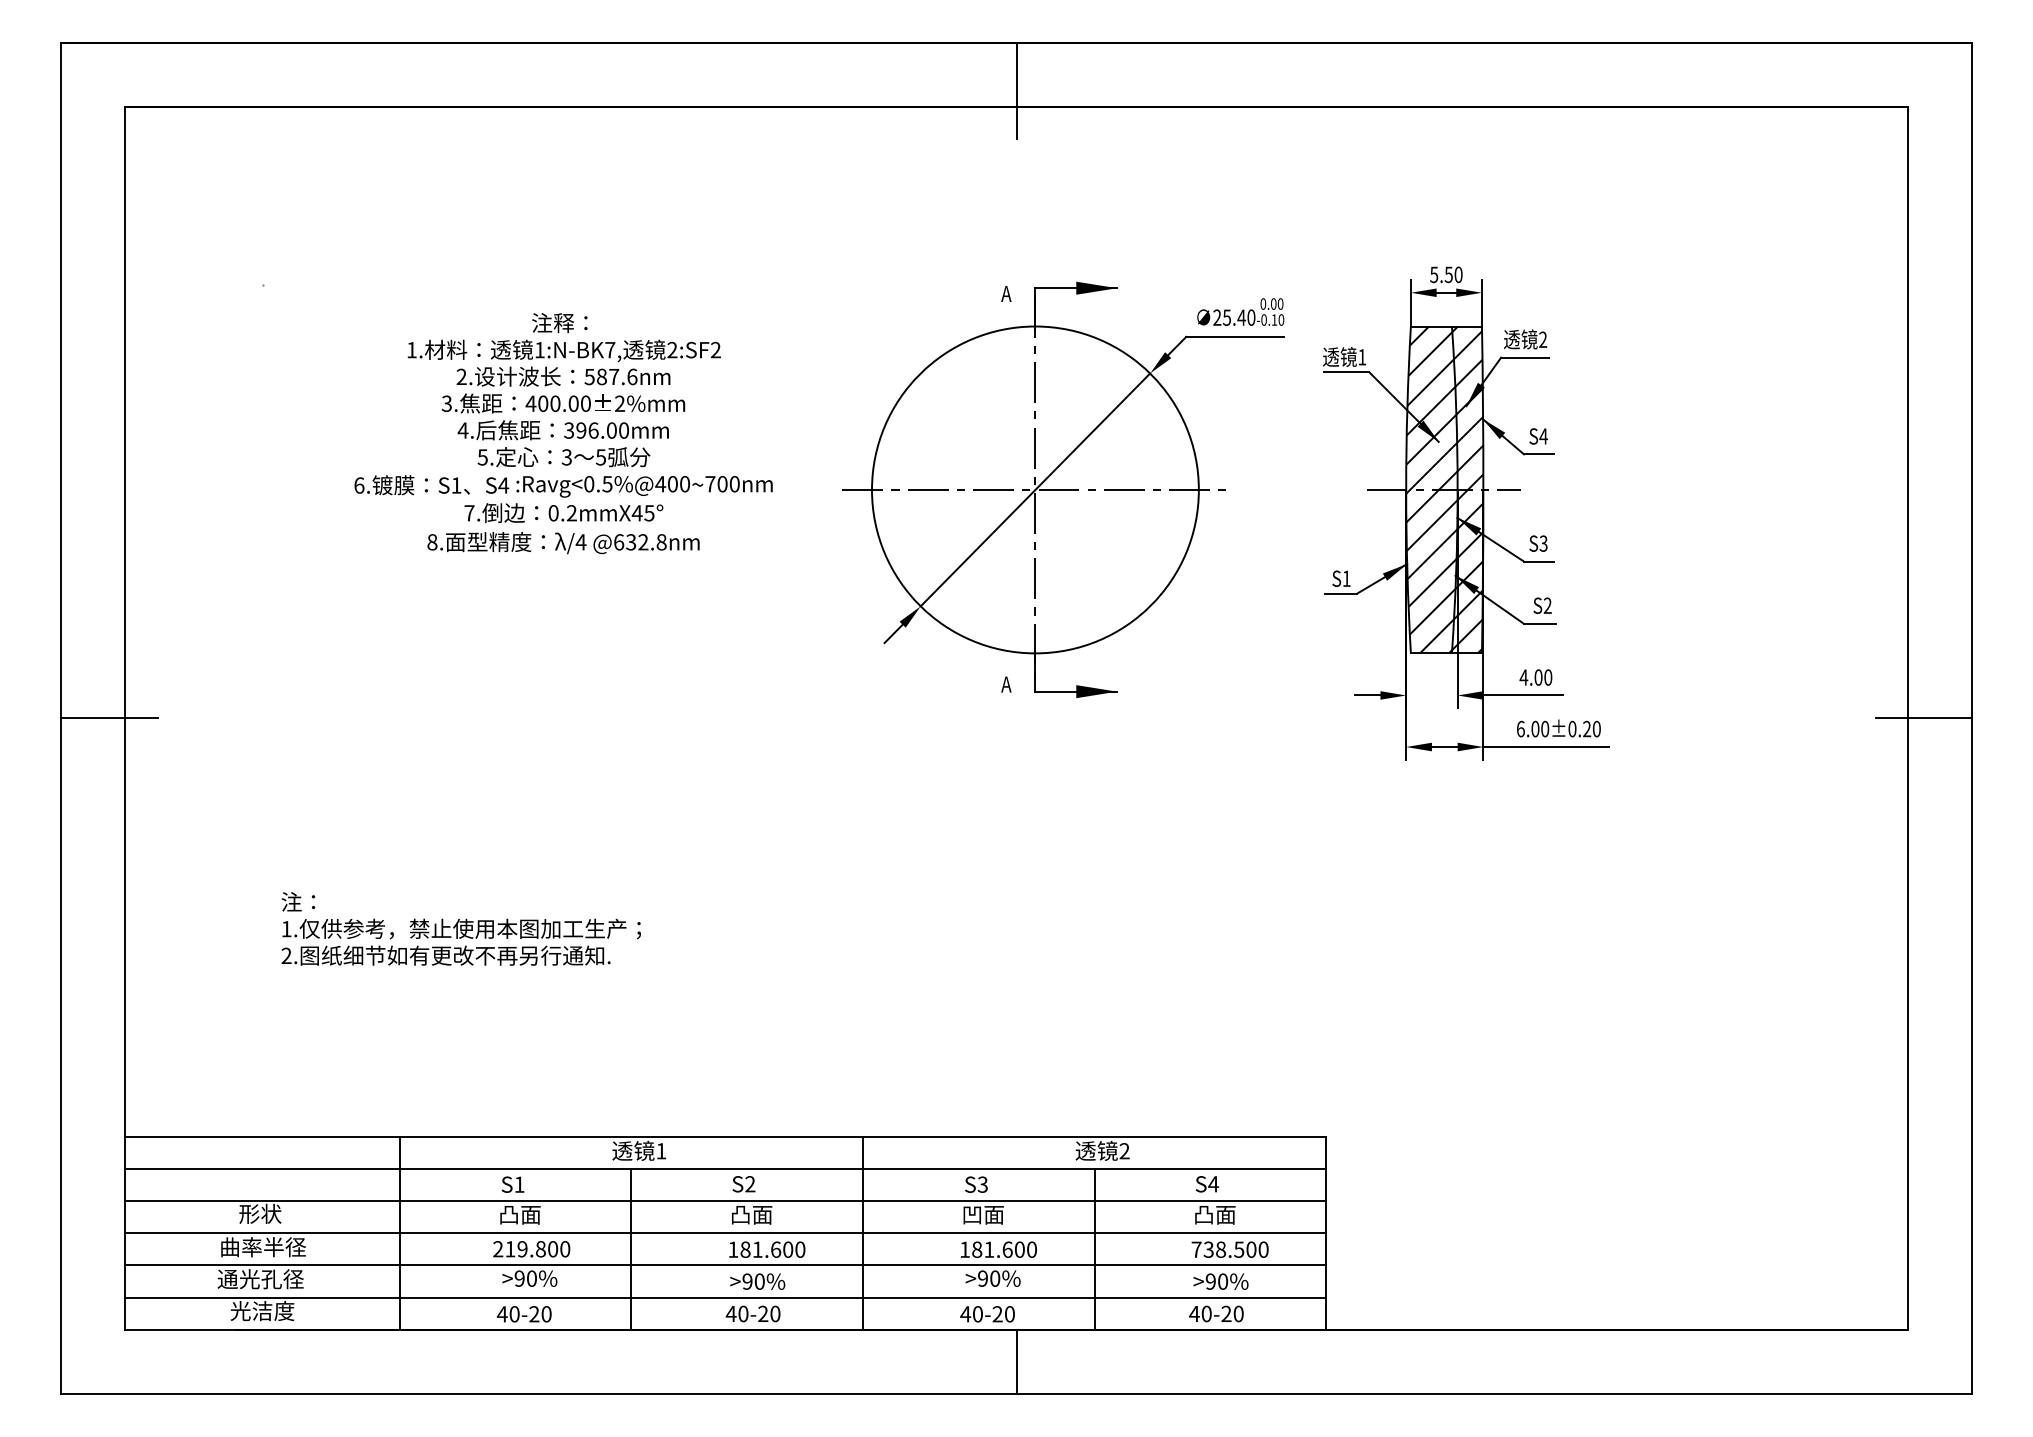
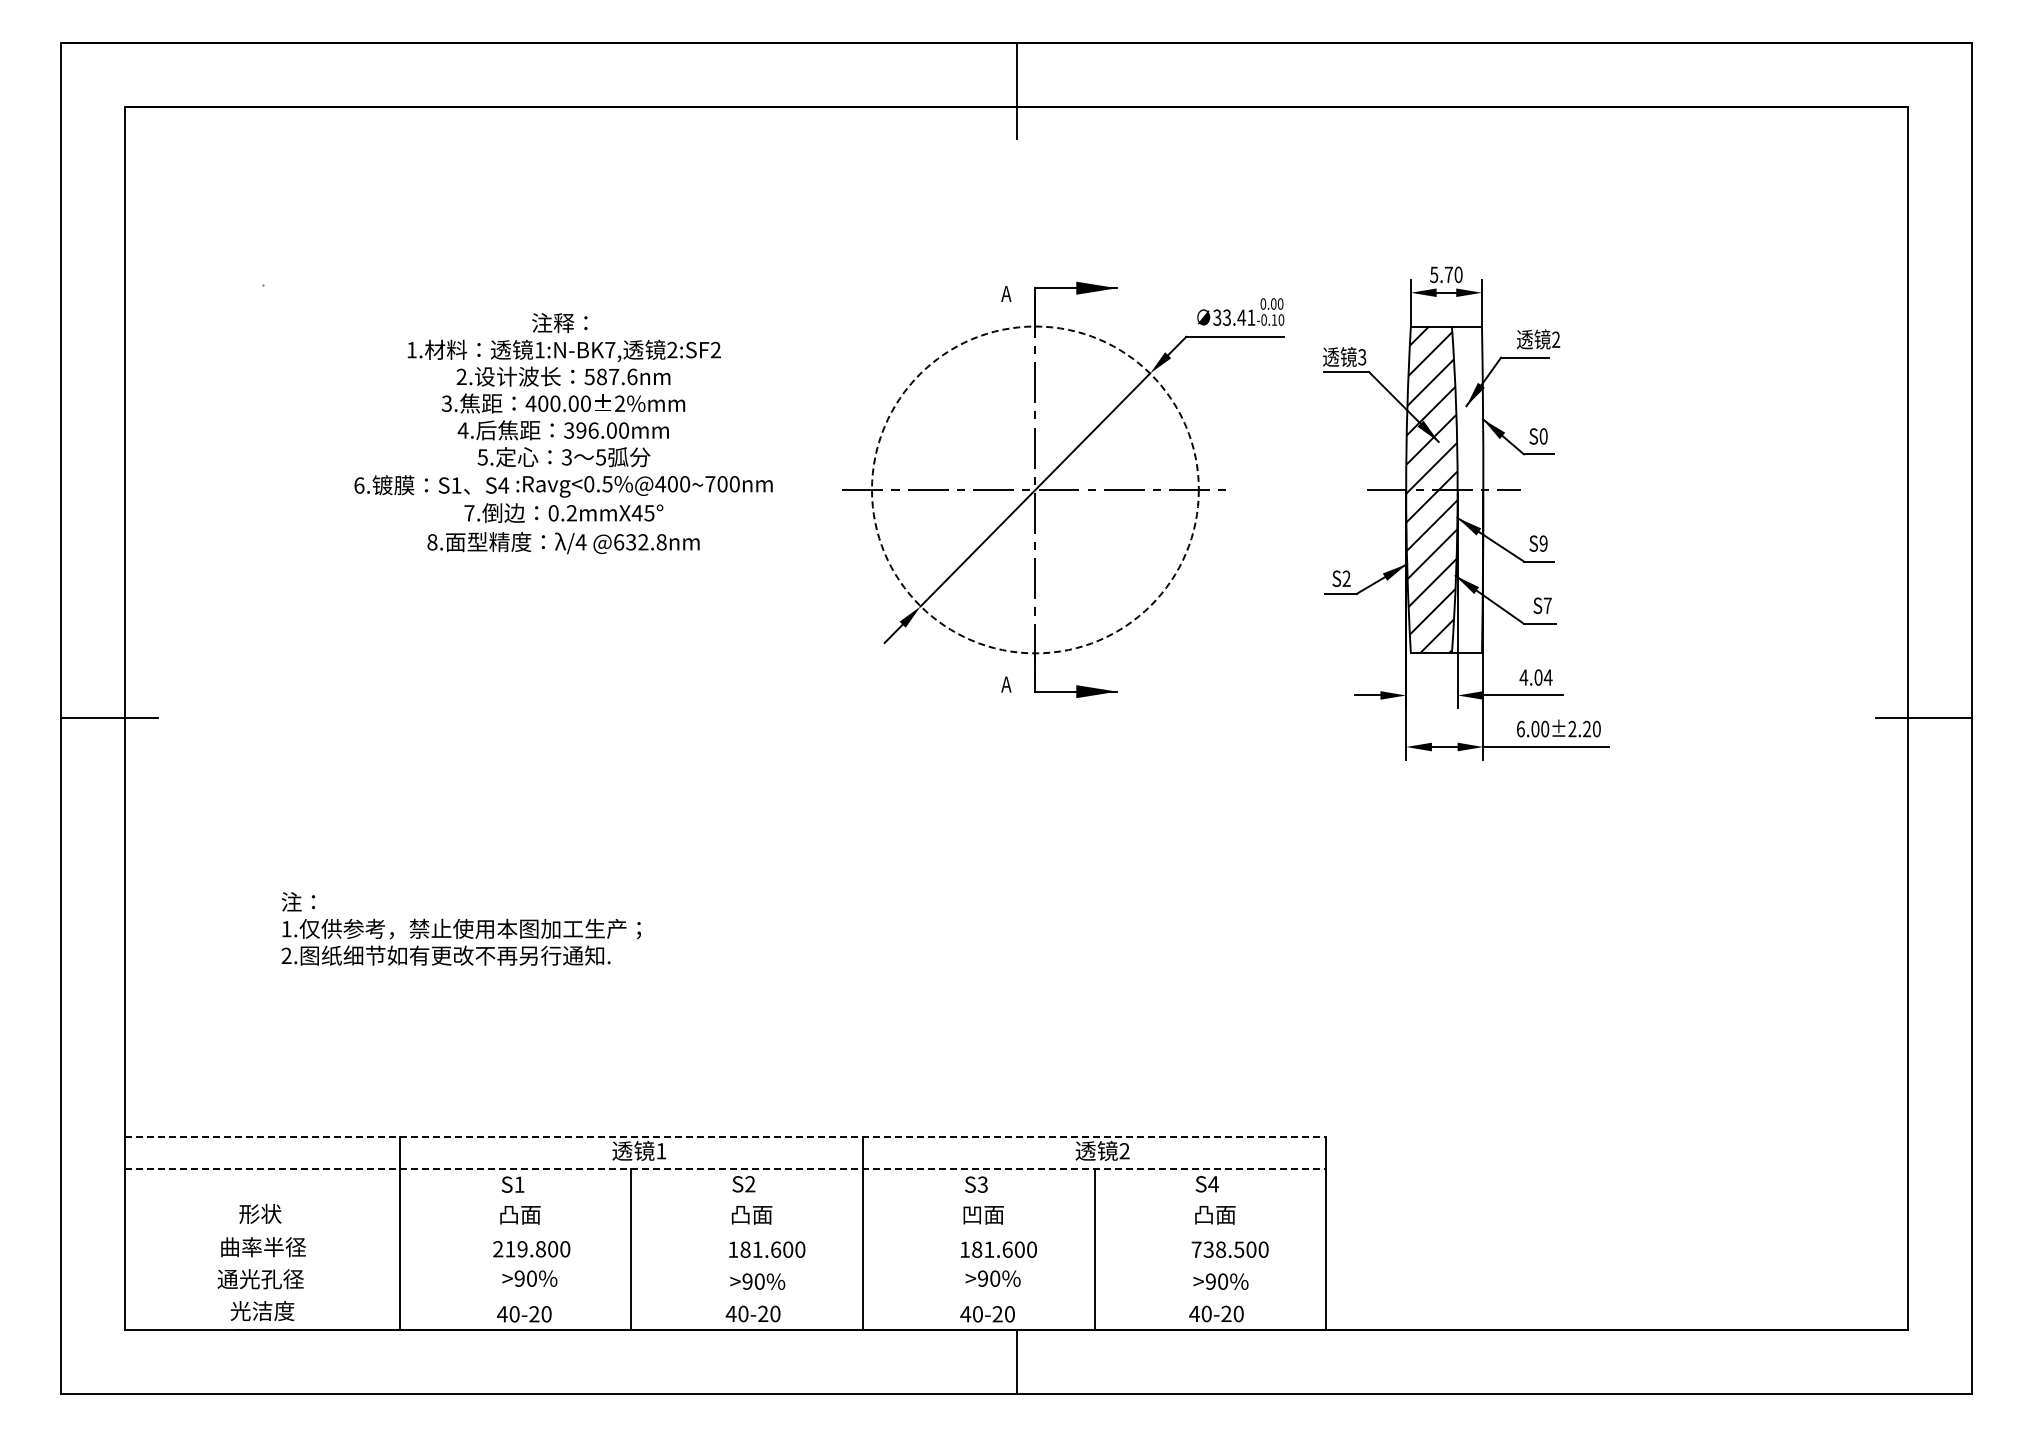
text at (1448, 274): 5.50 -> 5.70
text at (1234, 317): 25.40 -> 33.41
text at (1525, 339) position: (1525, 339) -> (1538, 339)
text at (1362, 357): 1 -> 3
text at (1543, 436): S4 -> S0
circle at (1035, 489): solid -> dashed
hatch at (1467, 489): present -> none
text at (1543, 543): S3 -> S9
text at (1346, 578): S1 -> S2
text at (1547, 605): S2 -> S7
text at (1547, 677): 4.00 -> 4.04
text at (1572, 729): 6.00±0.20 -> 6.00±2.20
line at (726, 1136): solid -> dashed
line at (726, 1168): solid -> dashed
line at (725, 1201): present -> none
line at (725, 1233): present -> none
line at (725, 1265): present -> none
line at (725, 1297): present -> none
